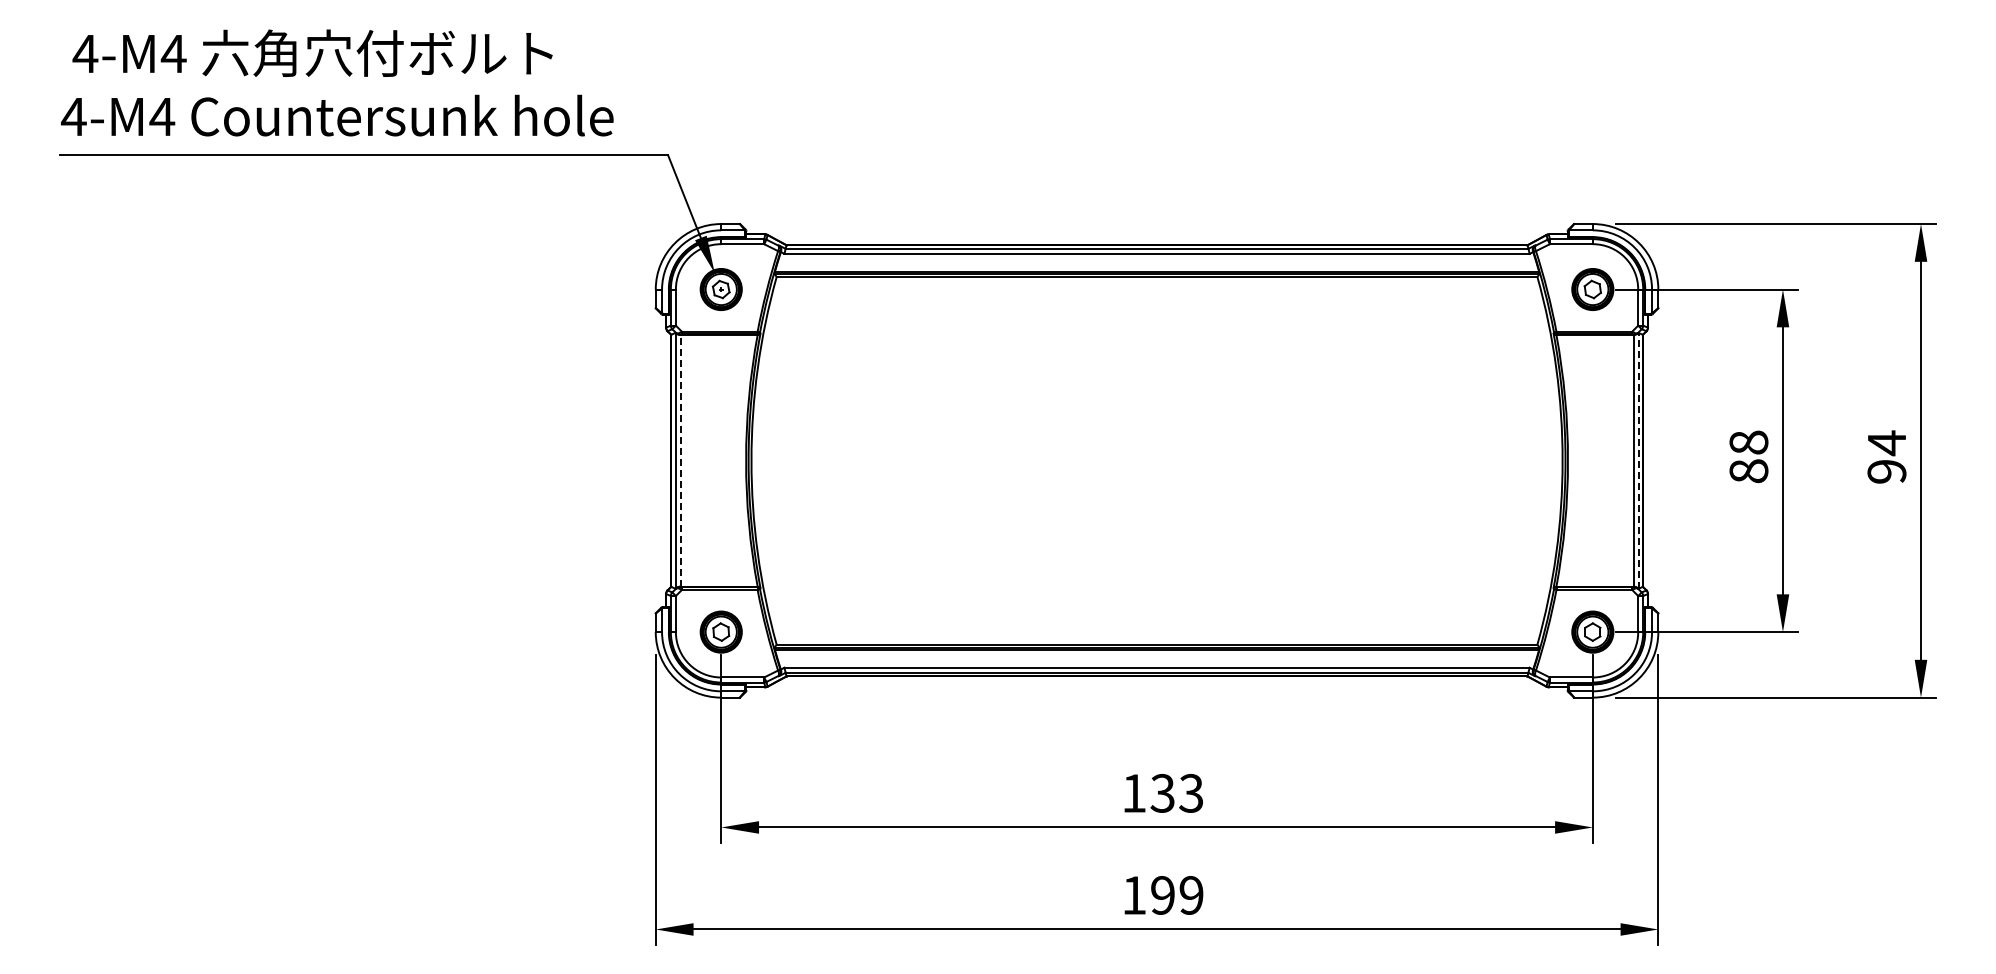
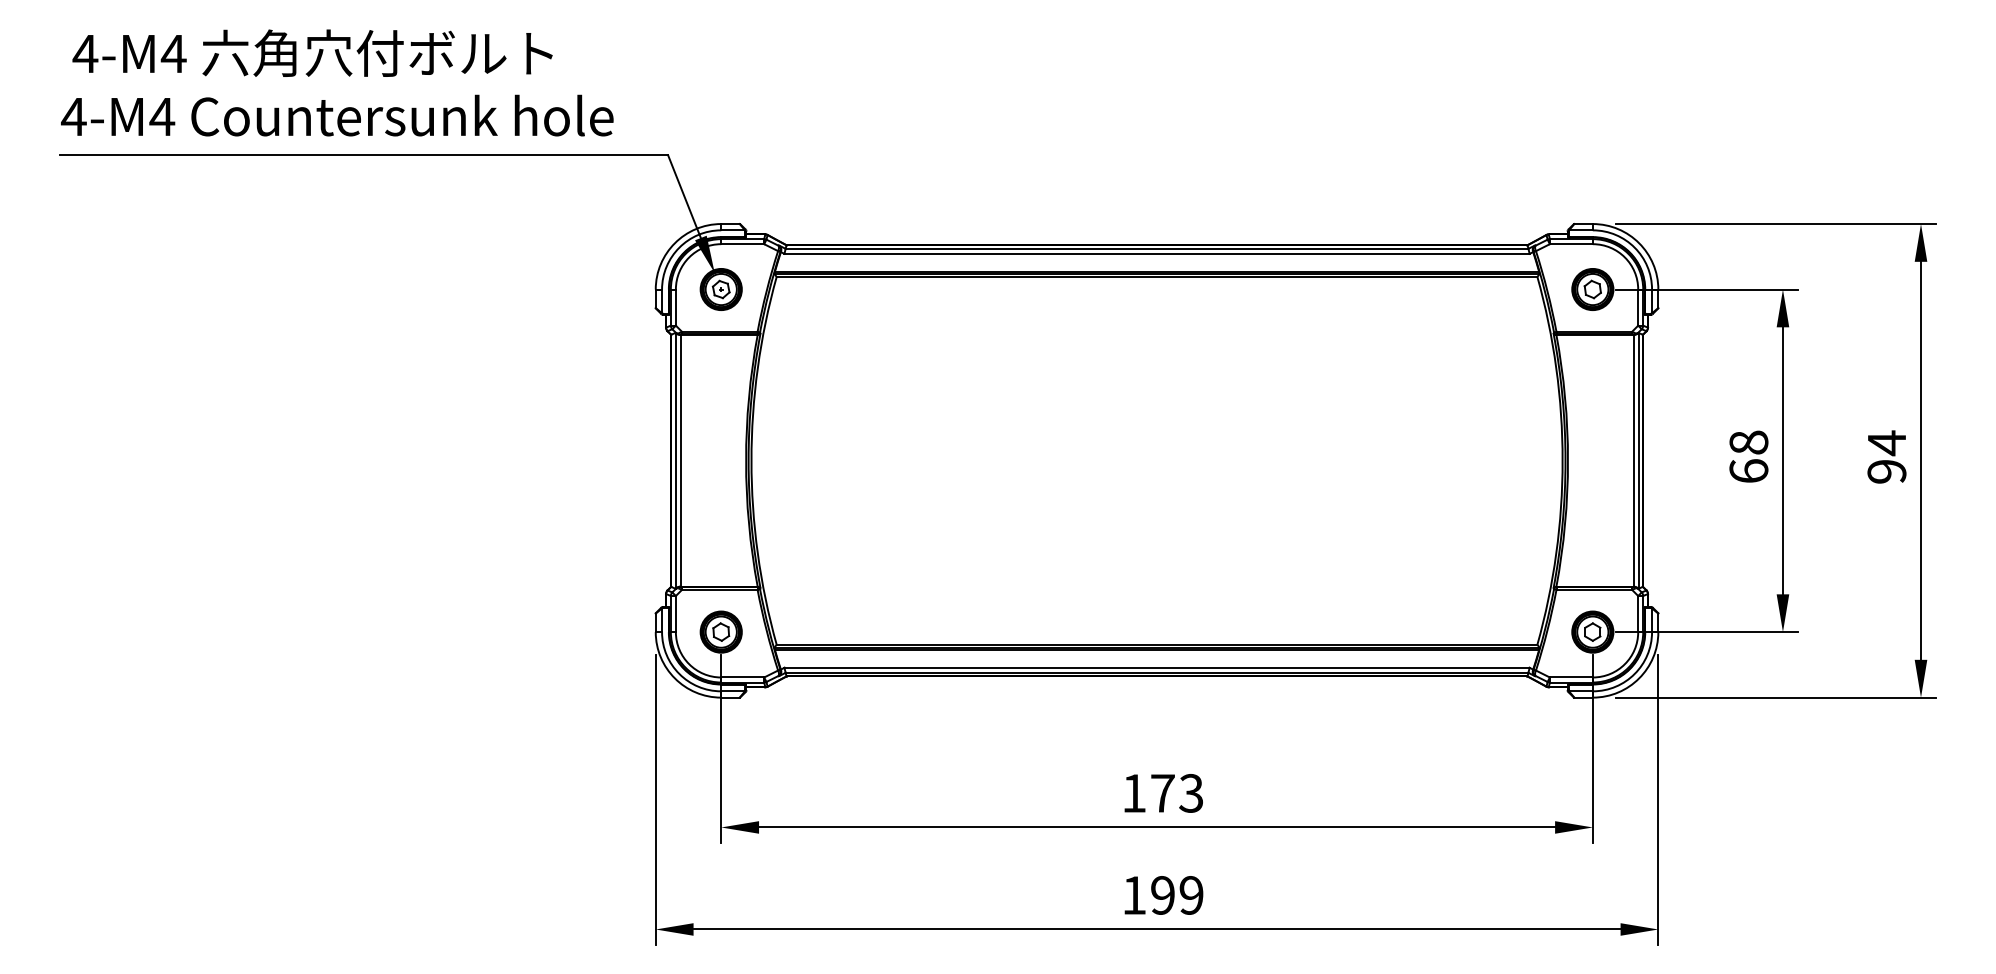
line at (680, 460): dashed -> solid
line at (1638, 460): dashed -> solid
text at (1748, 471): 88 -> 68
text at (1162, 793): 133 -> 173
